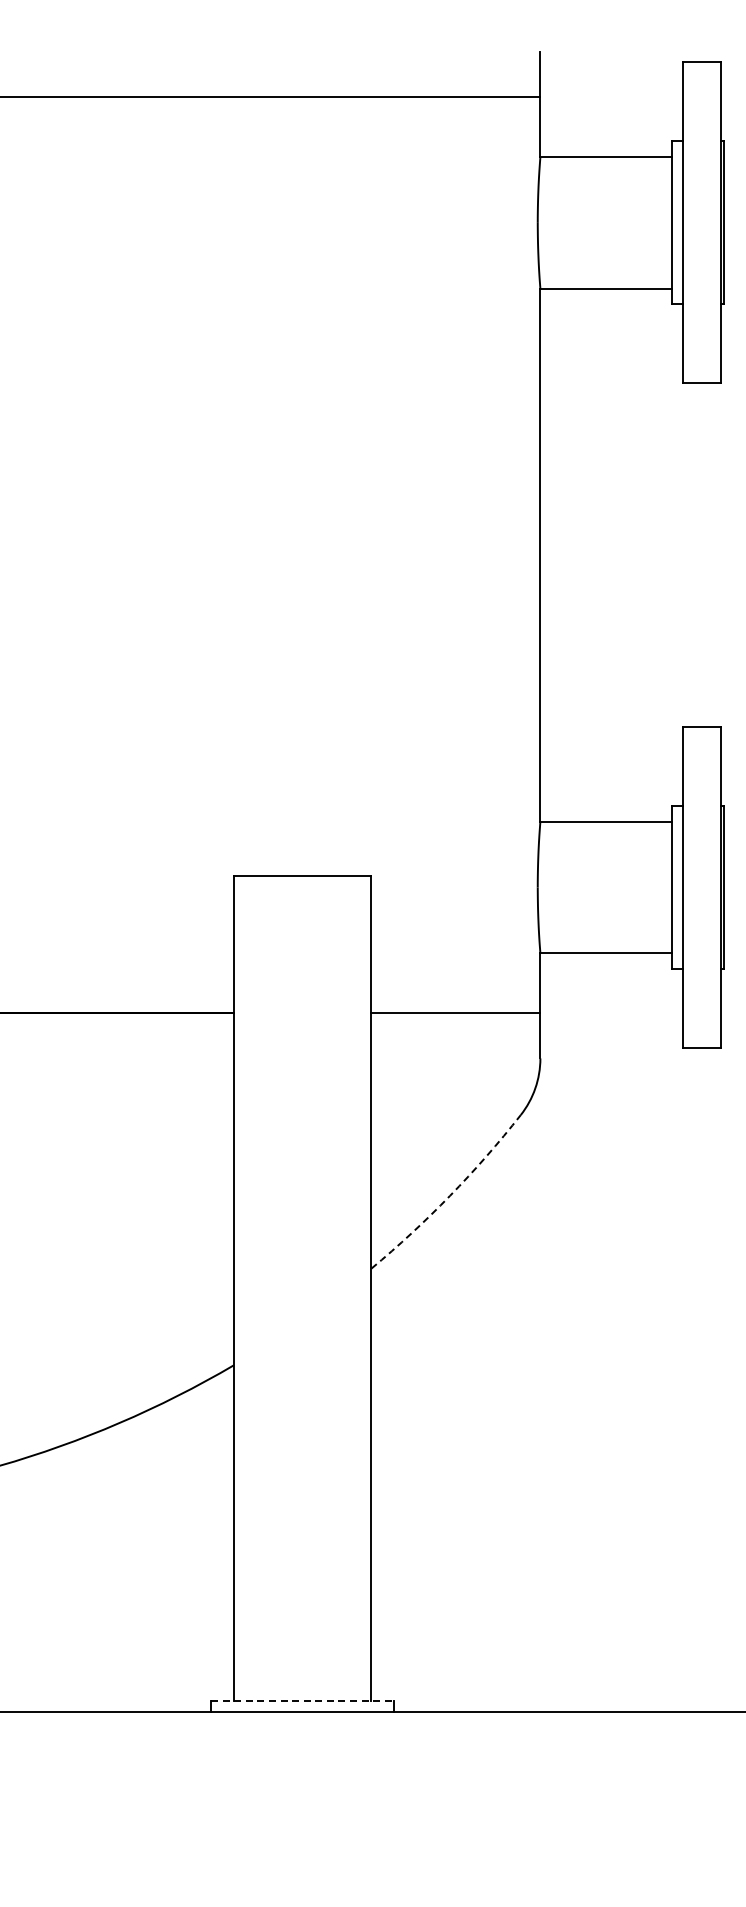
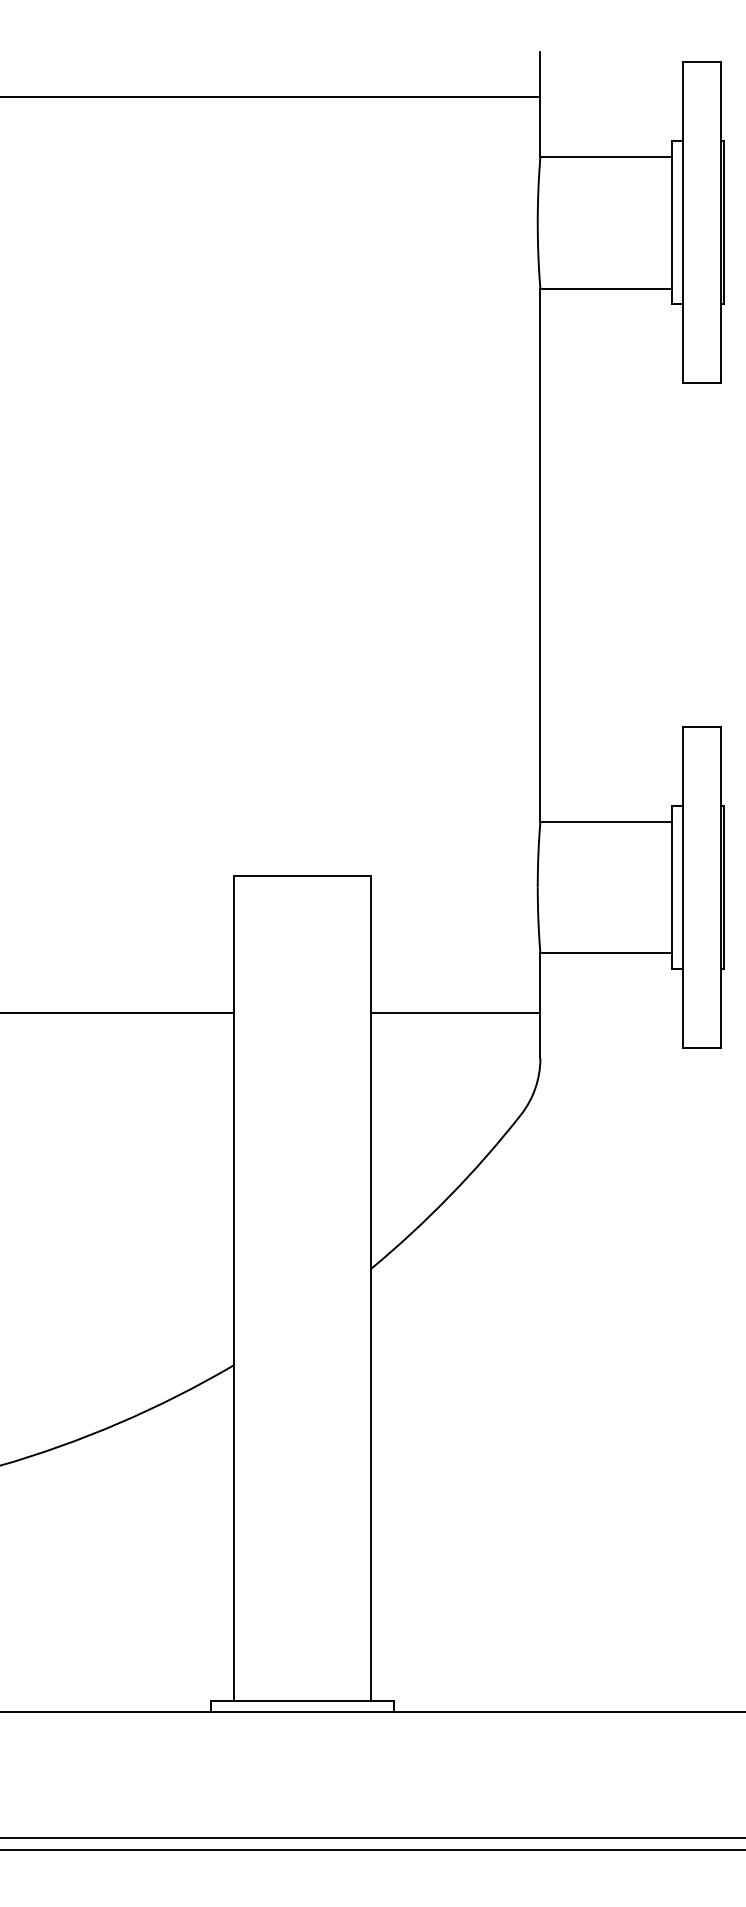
arc at (450, 1195): dashed -> solid
line at (302, 1700): dashed -> solid
line at (372, 1838): none -> present
line at (372, 1849): none -> present
